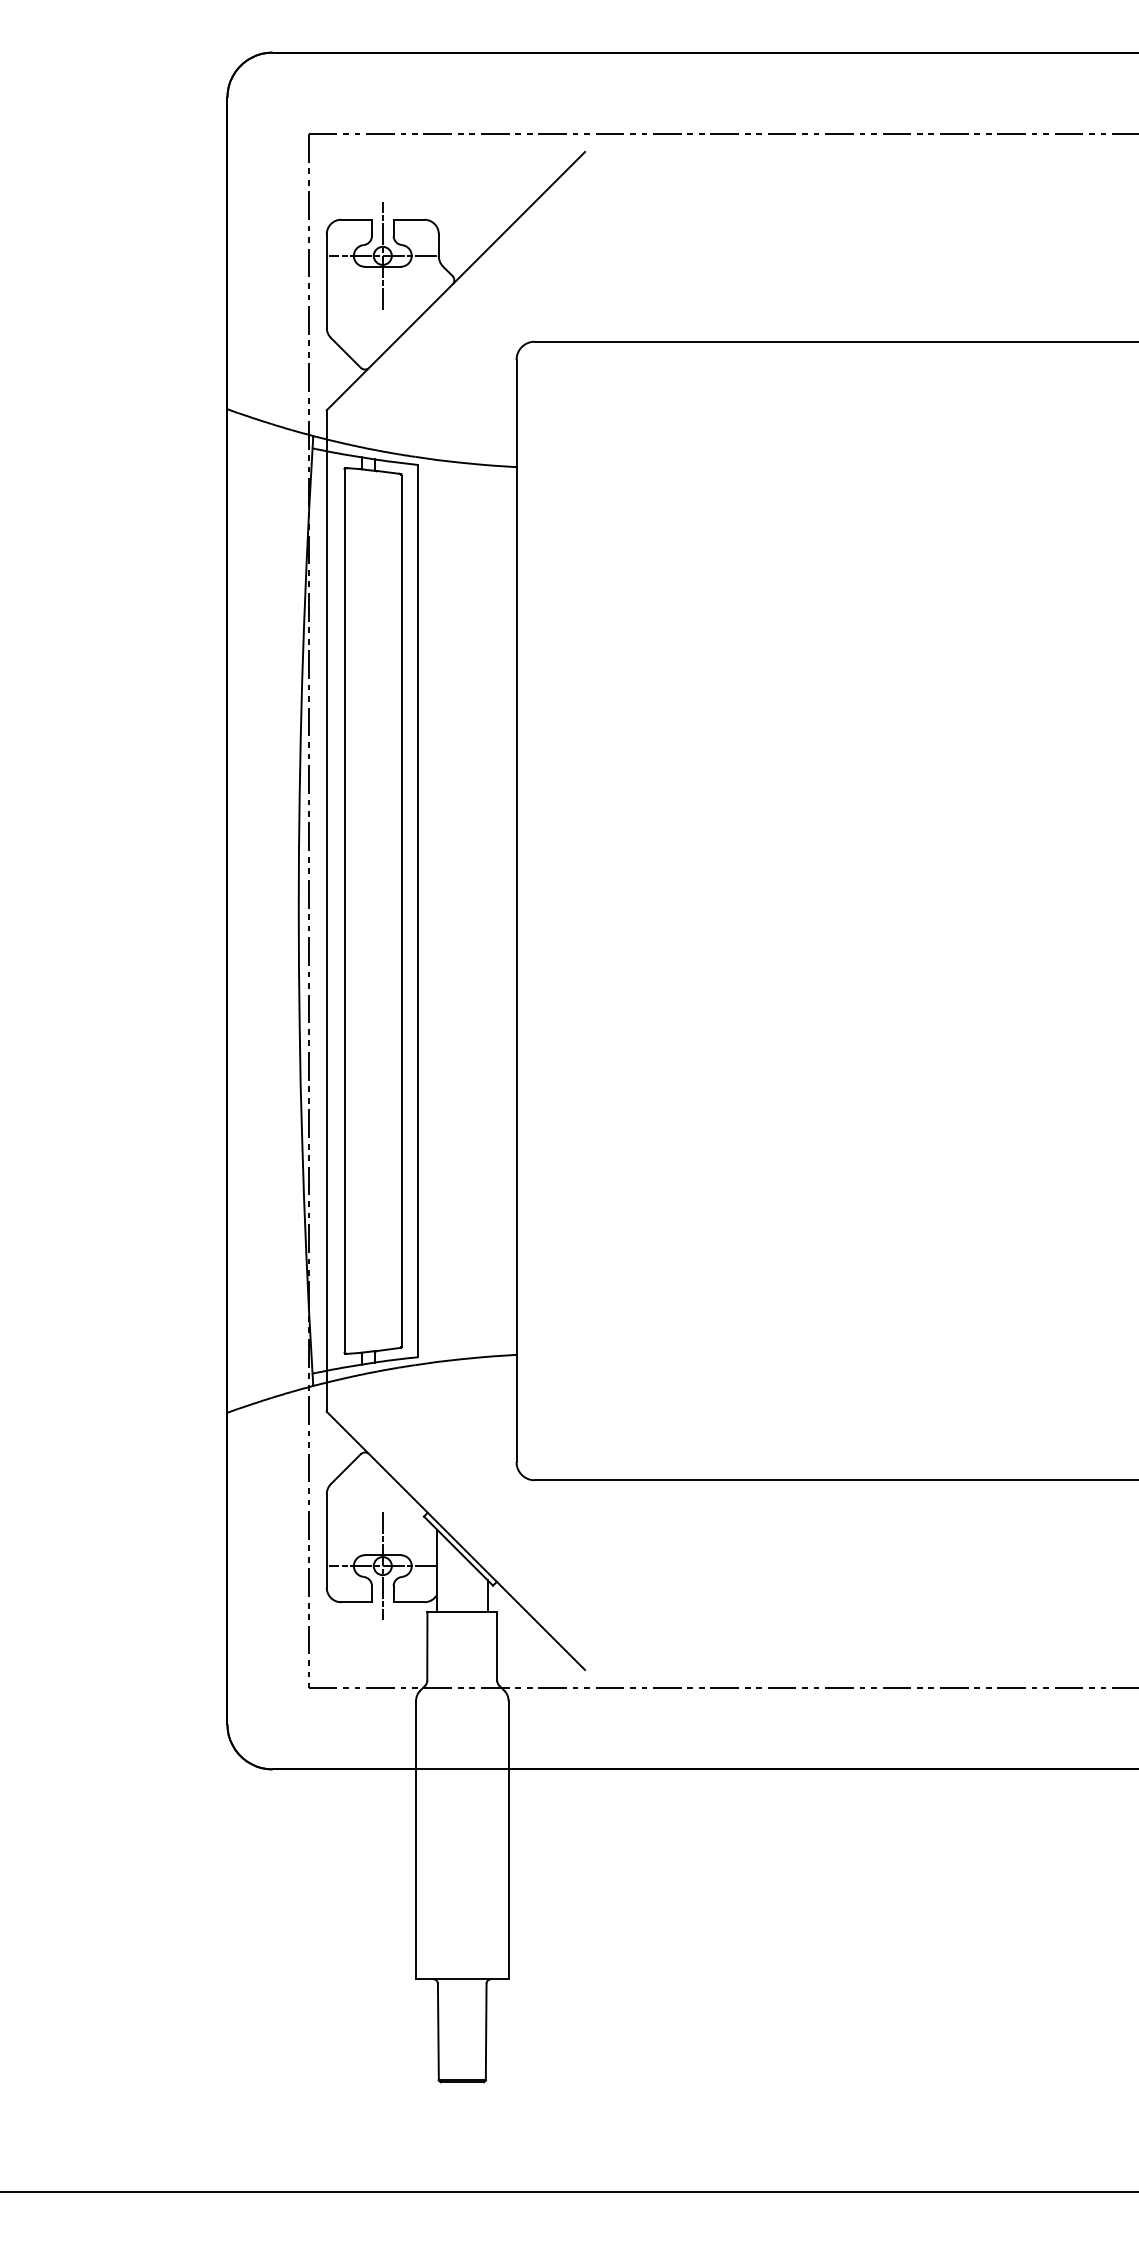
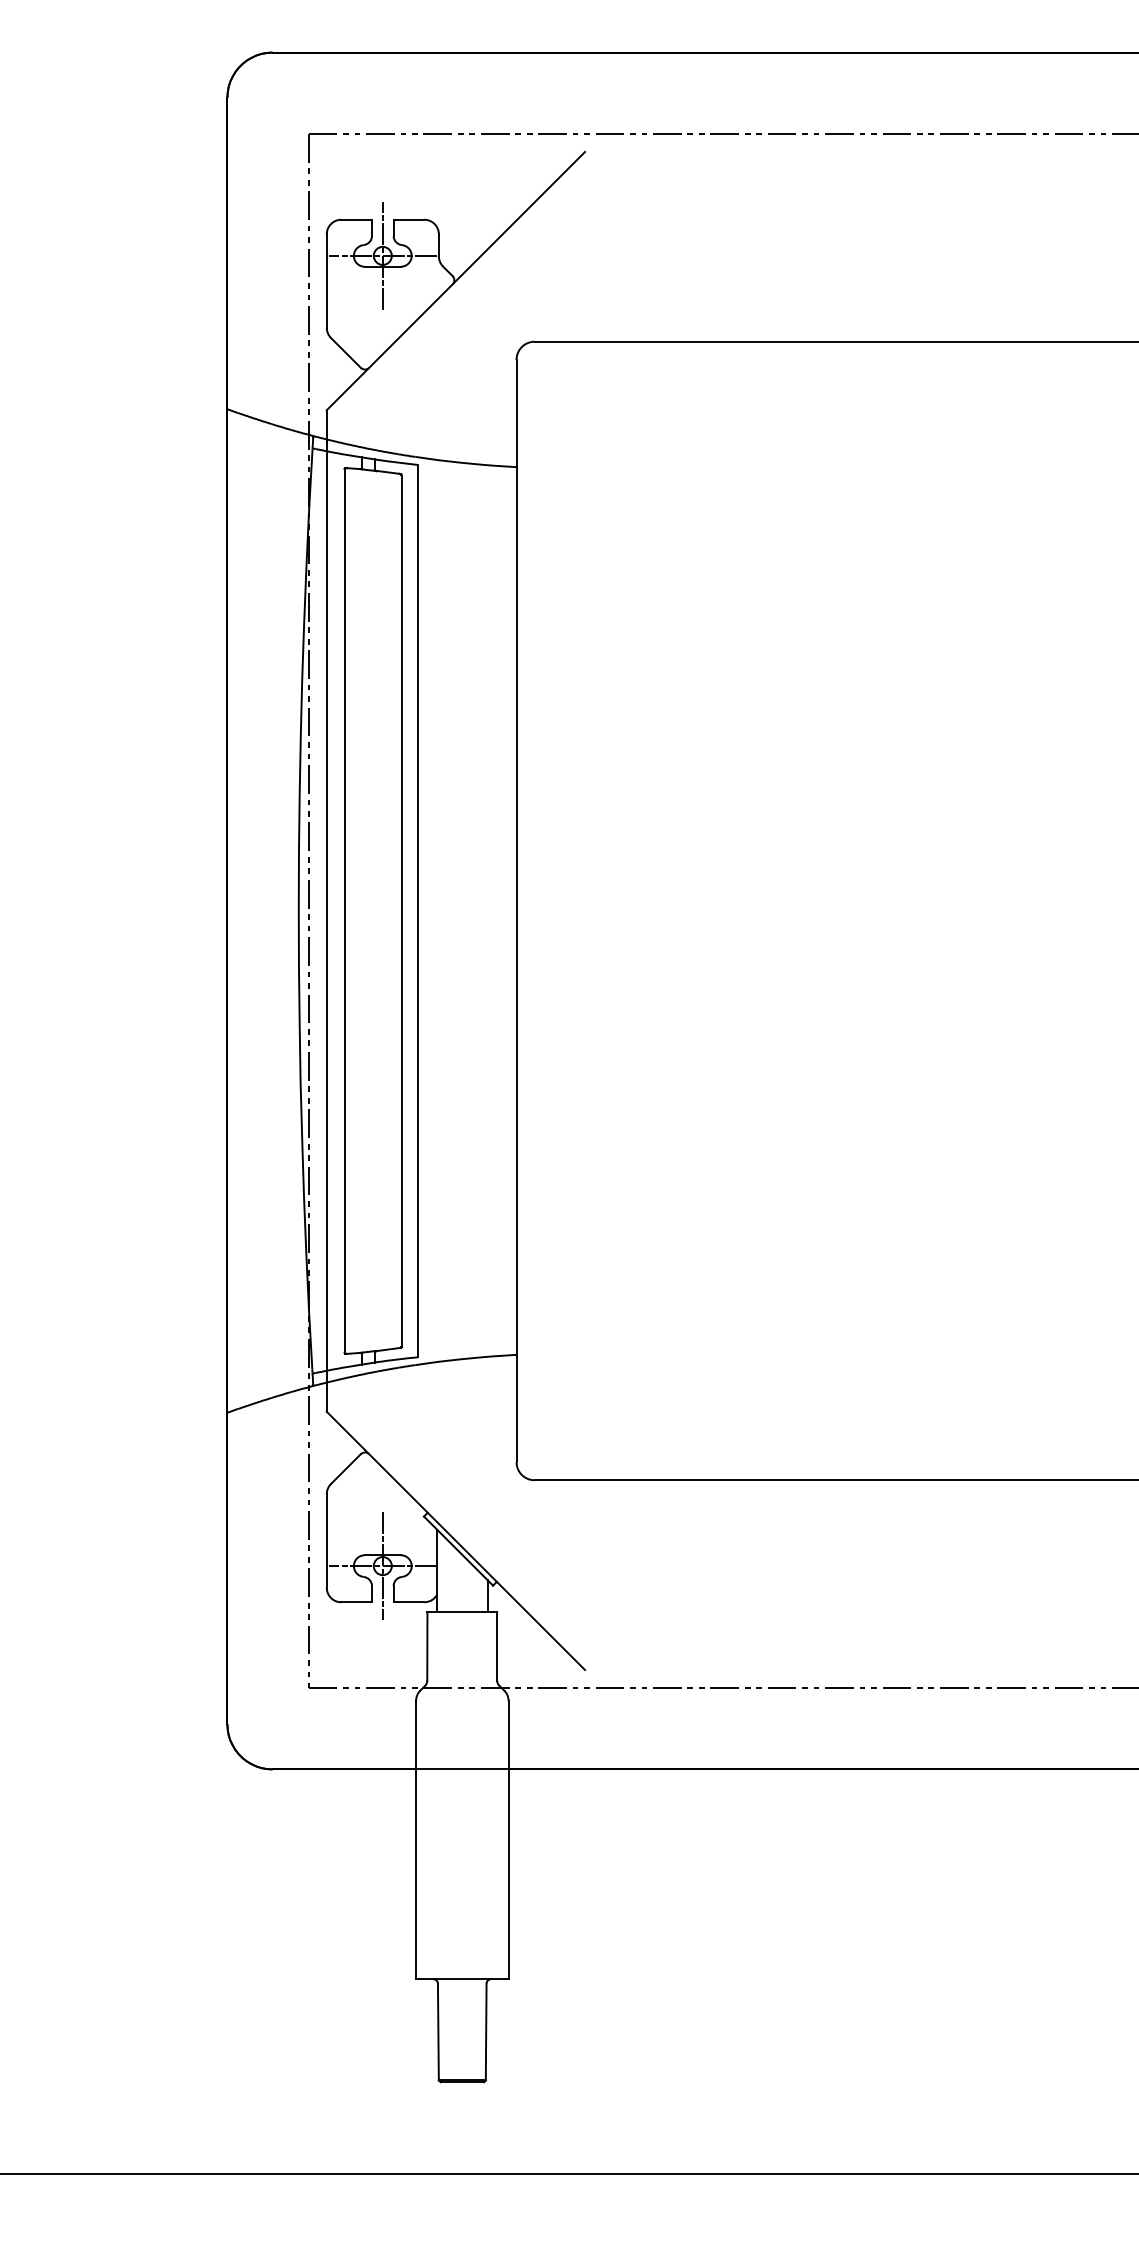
line at (568, 2192) position: (568, 2192) -> (568, 2174)
